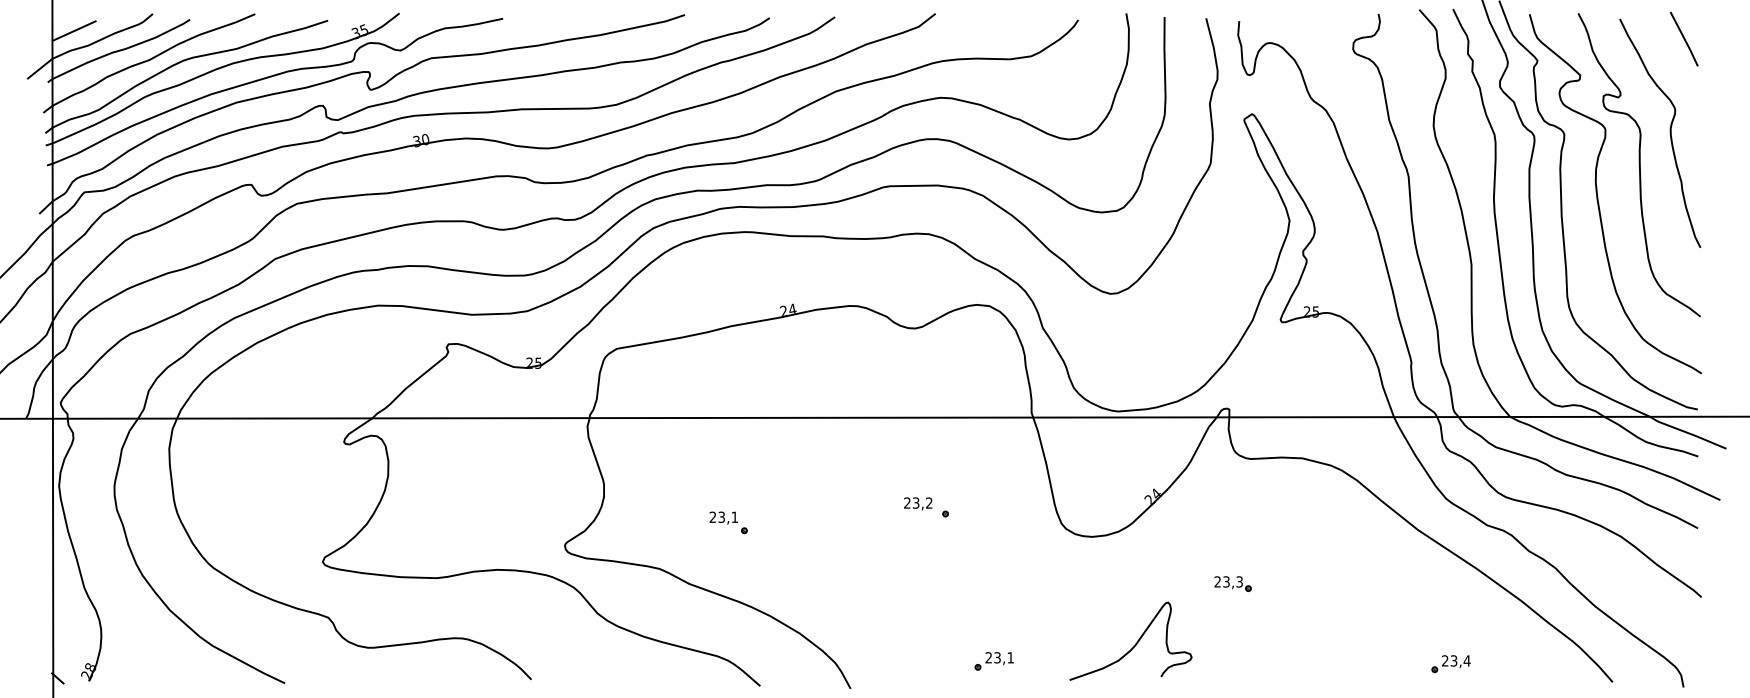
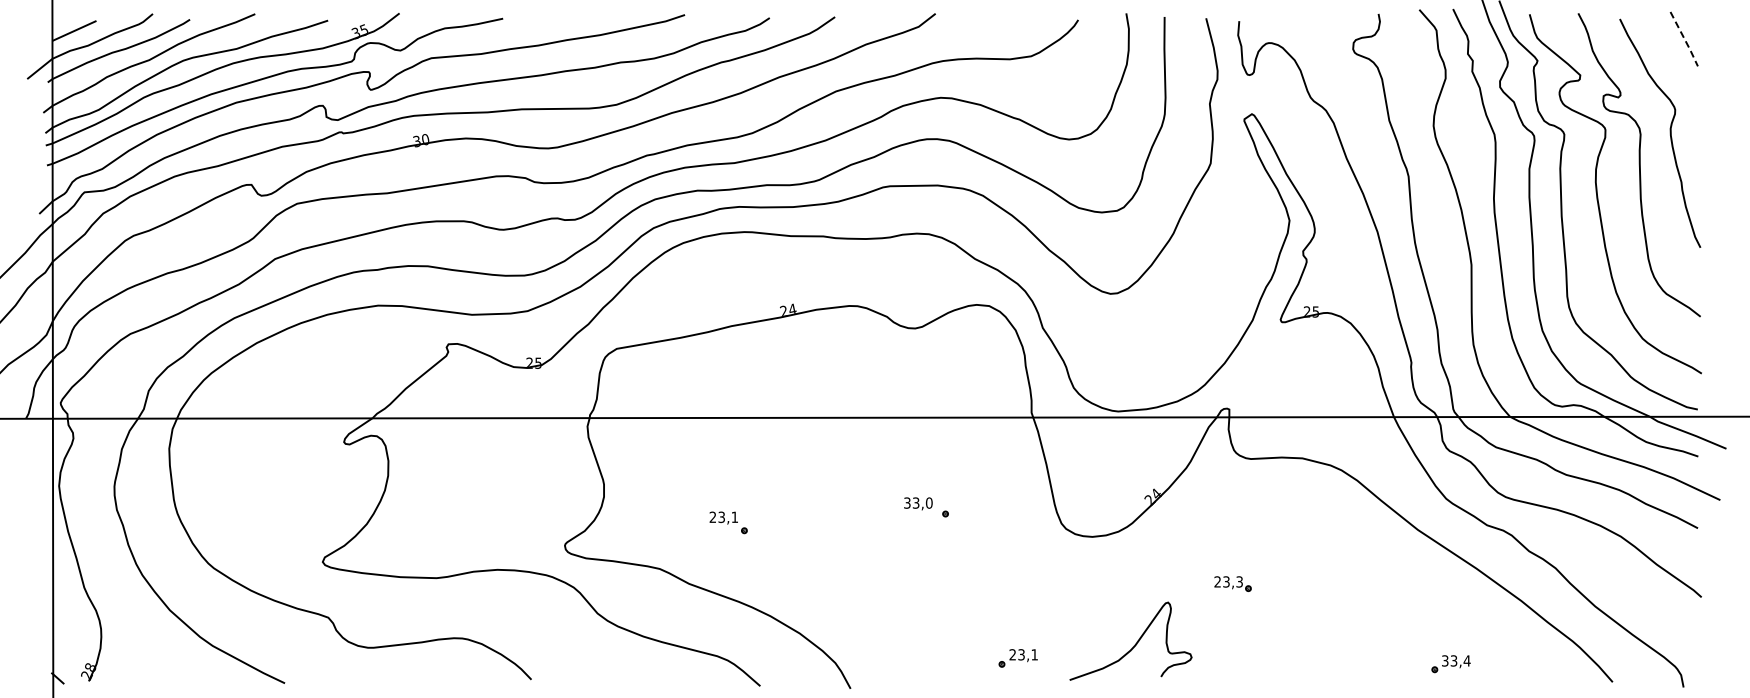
line at (1685, 40): solid -> dashed
text at (918, 502): 23,2 -> 33,0
part at (993, 661) position: (993, 661) -> (1017, 658)
text at (1445, 661): 23,4 -> 33,4
